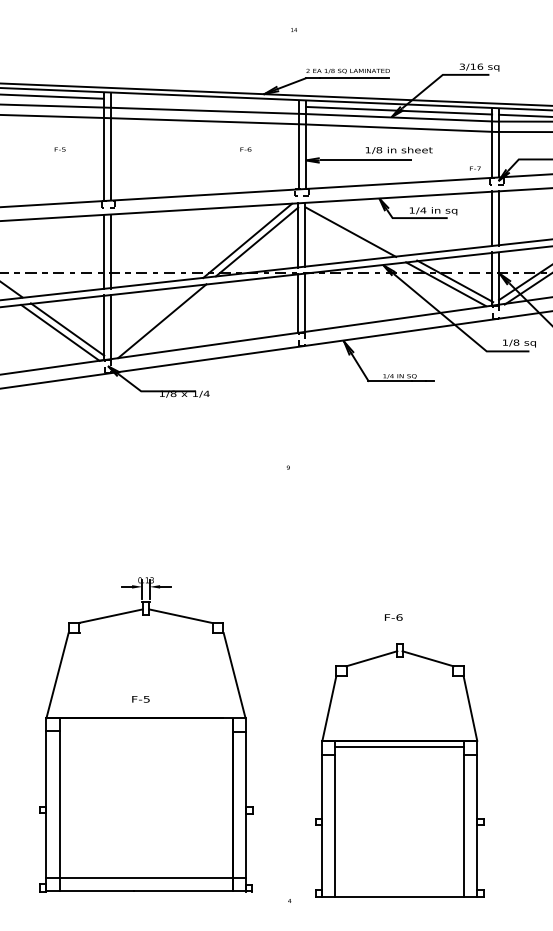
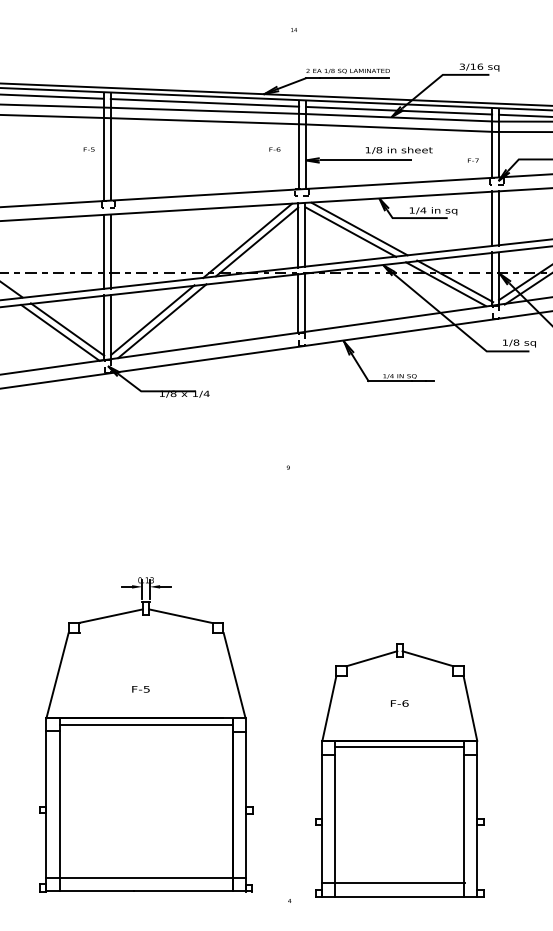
line at (204, 102): none -> present
text at (59, 149) position: (59, 149) -> (88, 149)
text at (245, 149) position: (245, 149) -> (274, 149)
text at (475, 168) position: (475, 168) -> (473, 160)
line at (359, 228): none -> present
line at (152, 320): none -> present
text at (393, 617) position: (393, 617) -> (399, 703)
text at (140, 699) position: (140, 699) -> (140, 689)
line at (146, 724): none -> present
line at (393, 883): none -> present
